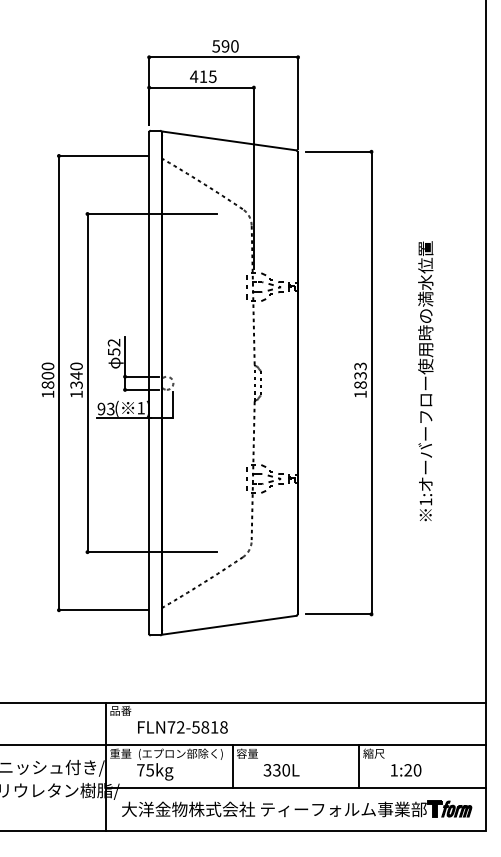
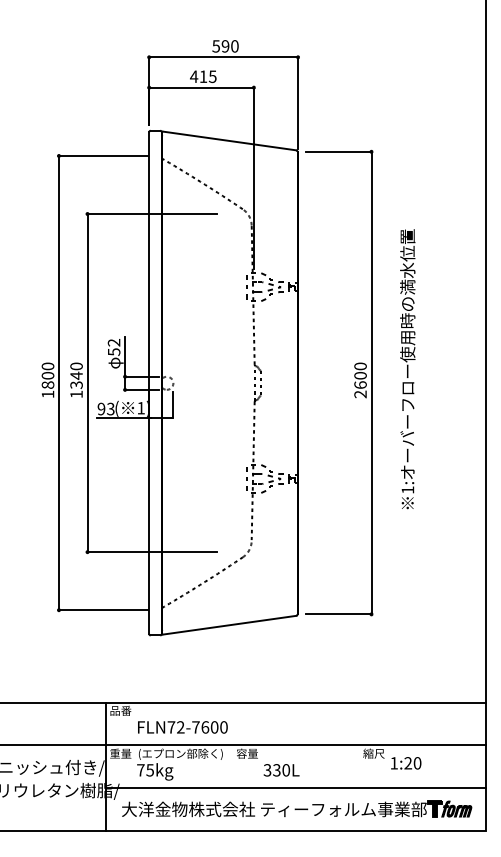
text at (360, 380): 1833 -> 2600
text at (425, 381) position: (425, 381) -> (407, 369)
text at (209, 727): FLN72-5818 -> FLN72-7600
line at (232, 766): present -> none
line at (359, 766): present -> none
text at (406, 770) position: (406, 770) -> (406, 763)
